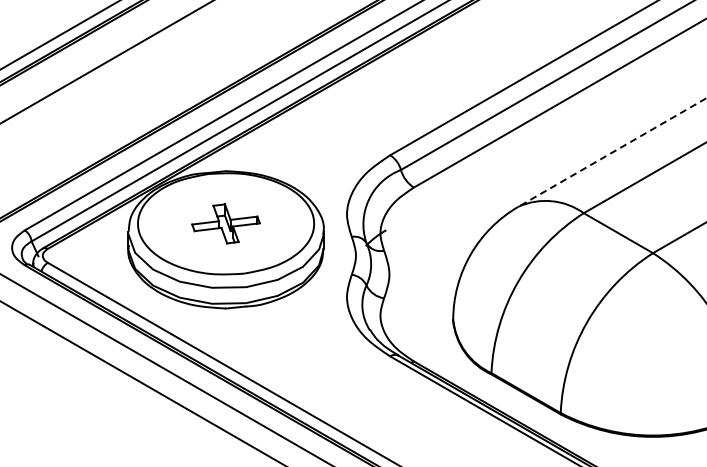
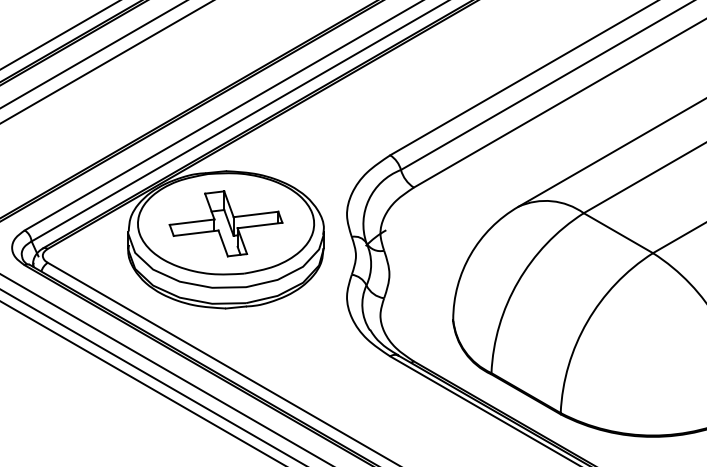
line at (92, 54): none -> present
line at (611, 152): dashed -> solid
part at (225, 223) size: 70x42 px -> 116x68 px
line at (152, 376): none -> present
